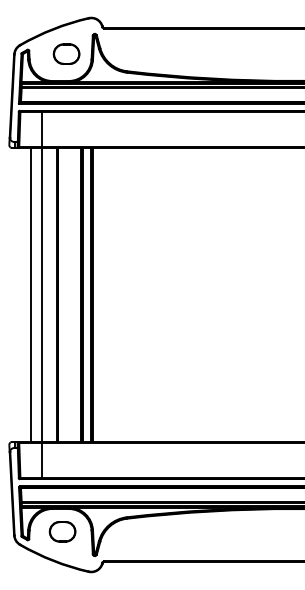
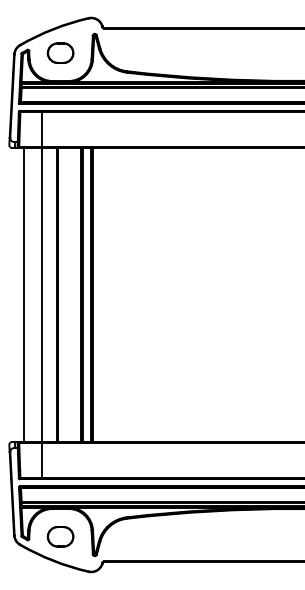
part at (66, 53) position: (66, 53) -> (60, 52)
line at (30, 294) position: (30, 294) -> (23, 294)
part at (62, 531) position: (62, 531) -> (60, 536)
